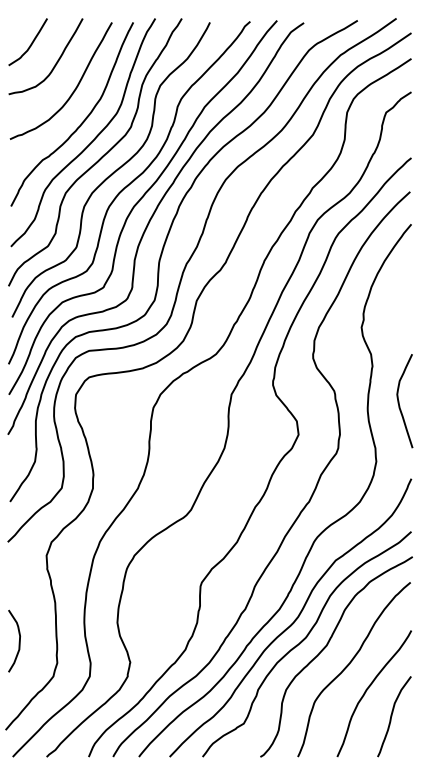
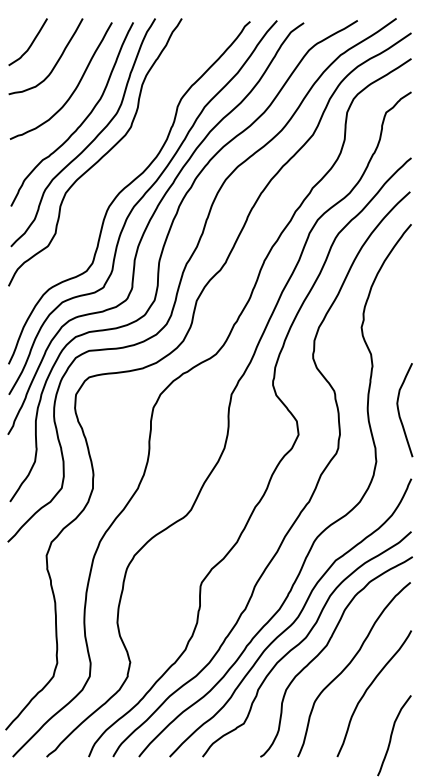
curve at (113, 171): present -> none
curve at (399, 401) position: (399, 401) -> (399, 410)
curve at (18, 642): present -> none
curve at (392, 716) position: (392, 716) -> (392, 735)
